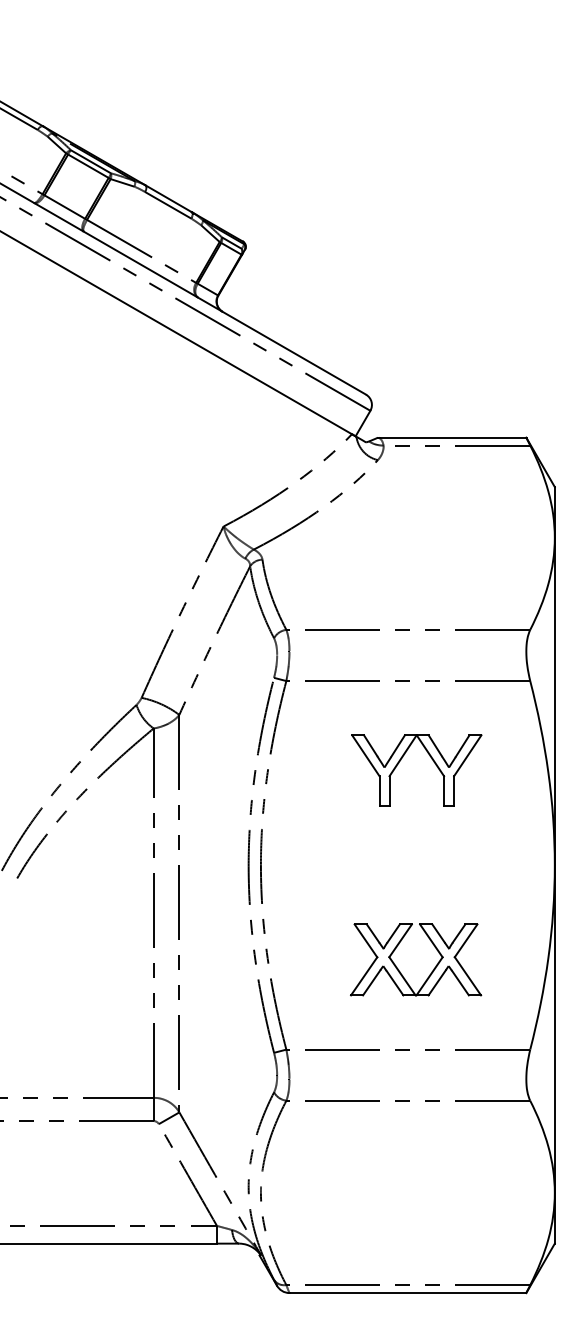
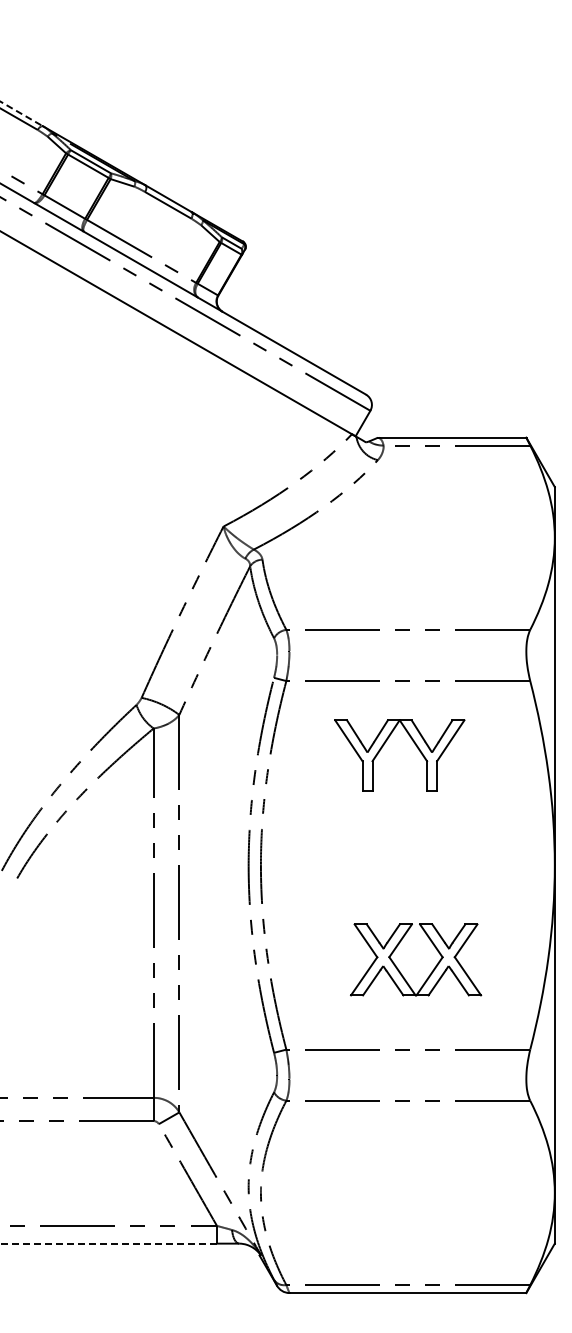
line at (21, 114): solid -> dashed
part at (401, 760) position: (401, 760) -> (384, 745)
line at (108, 1243): solid -> dashed
